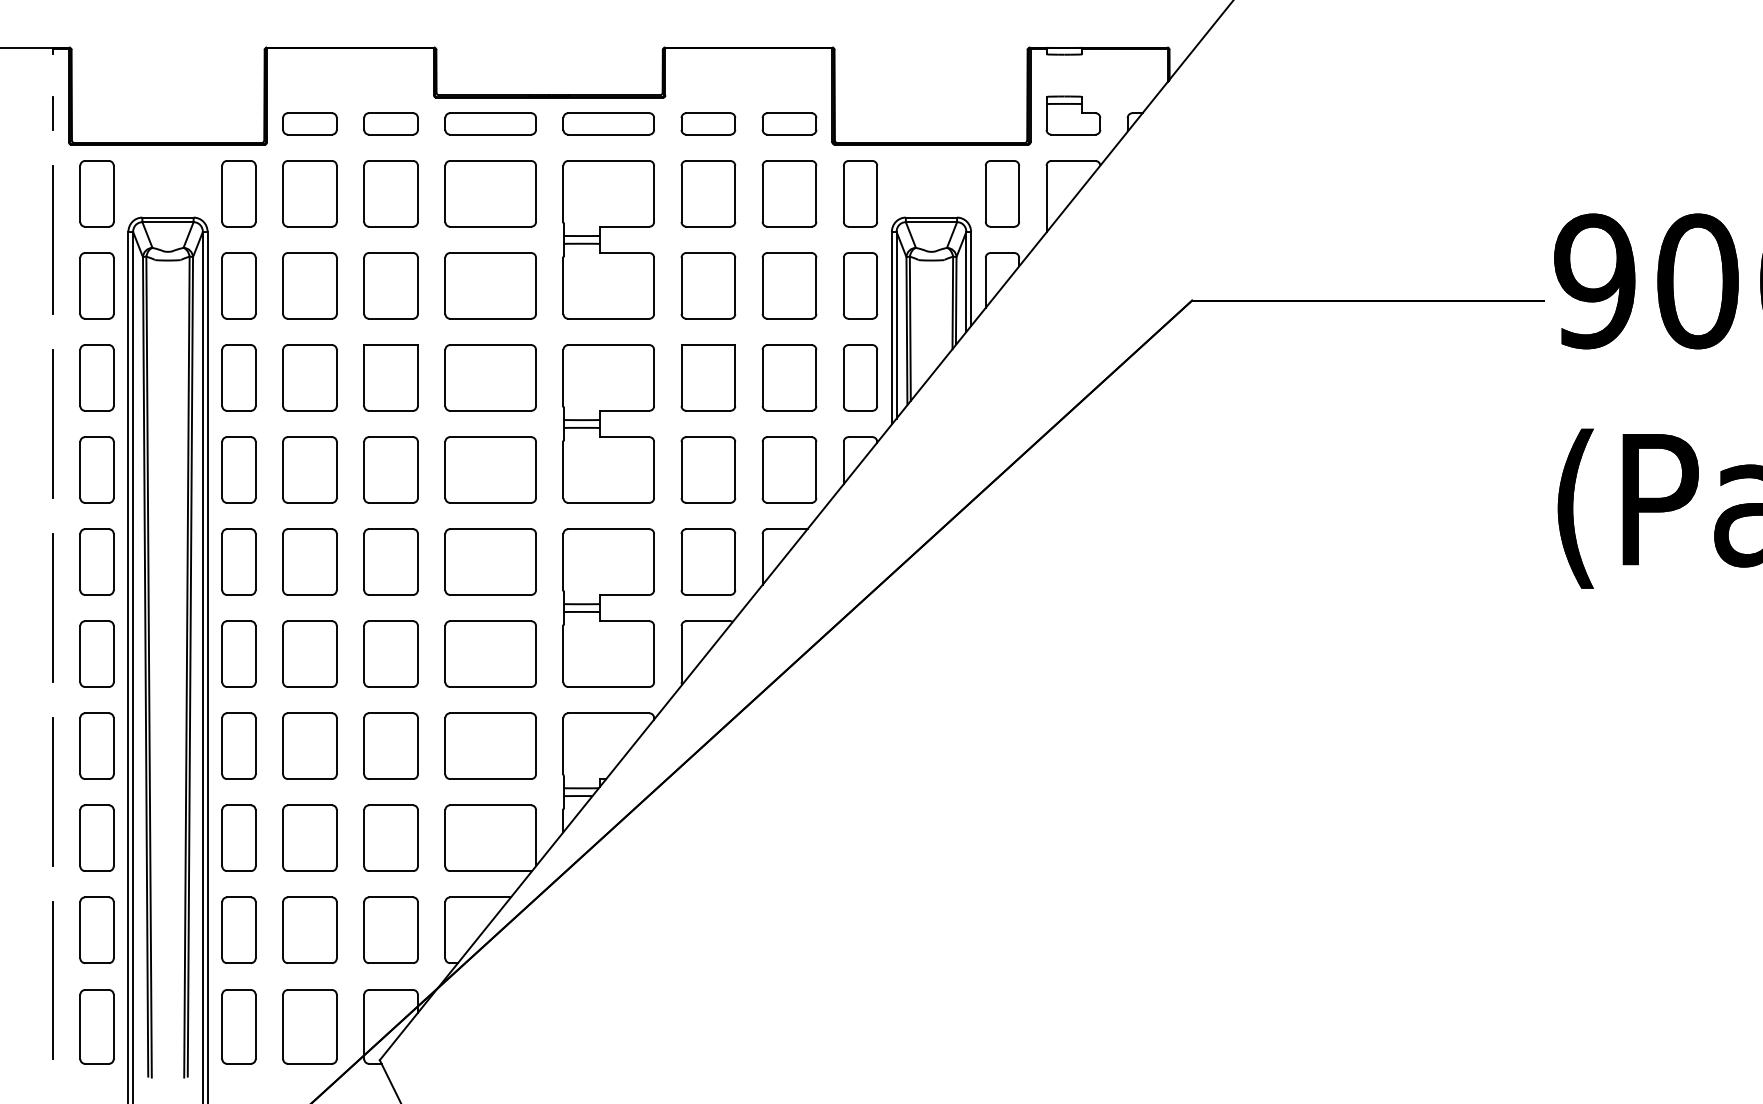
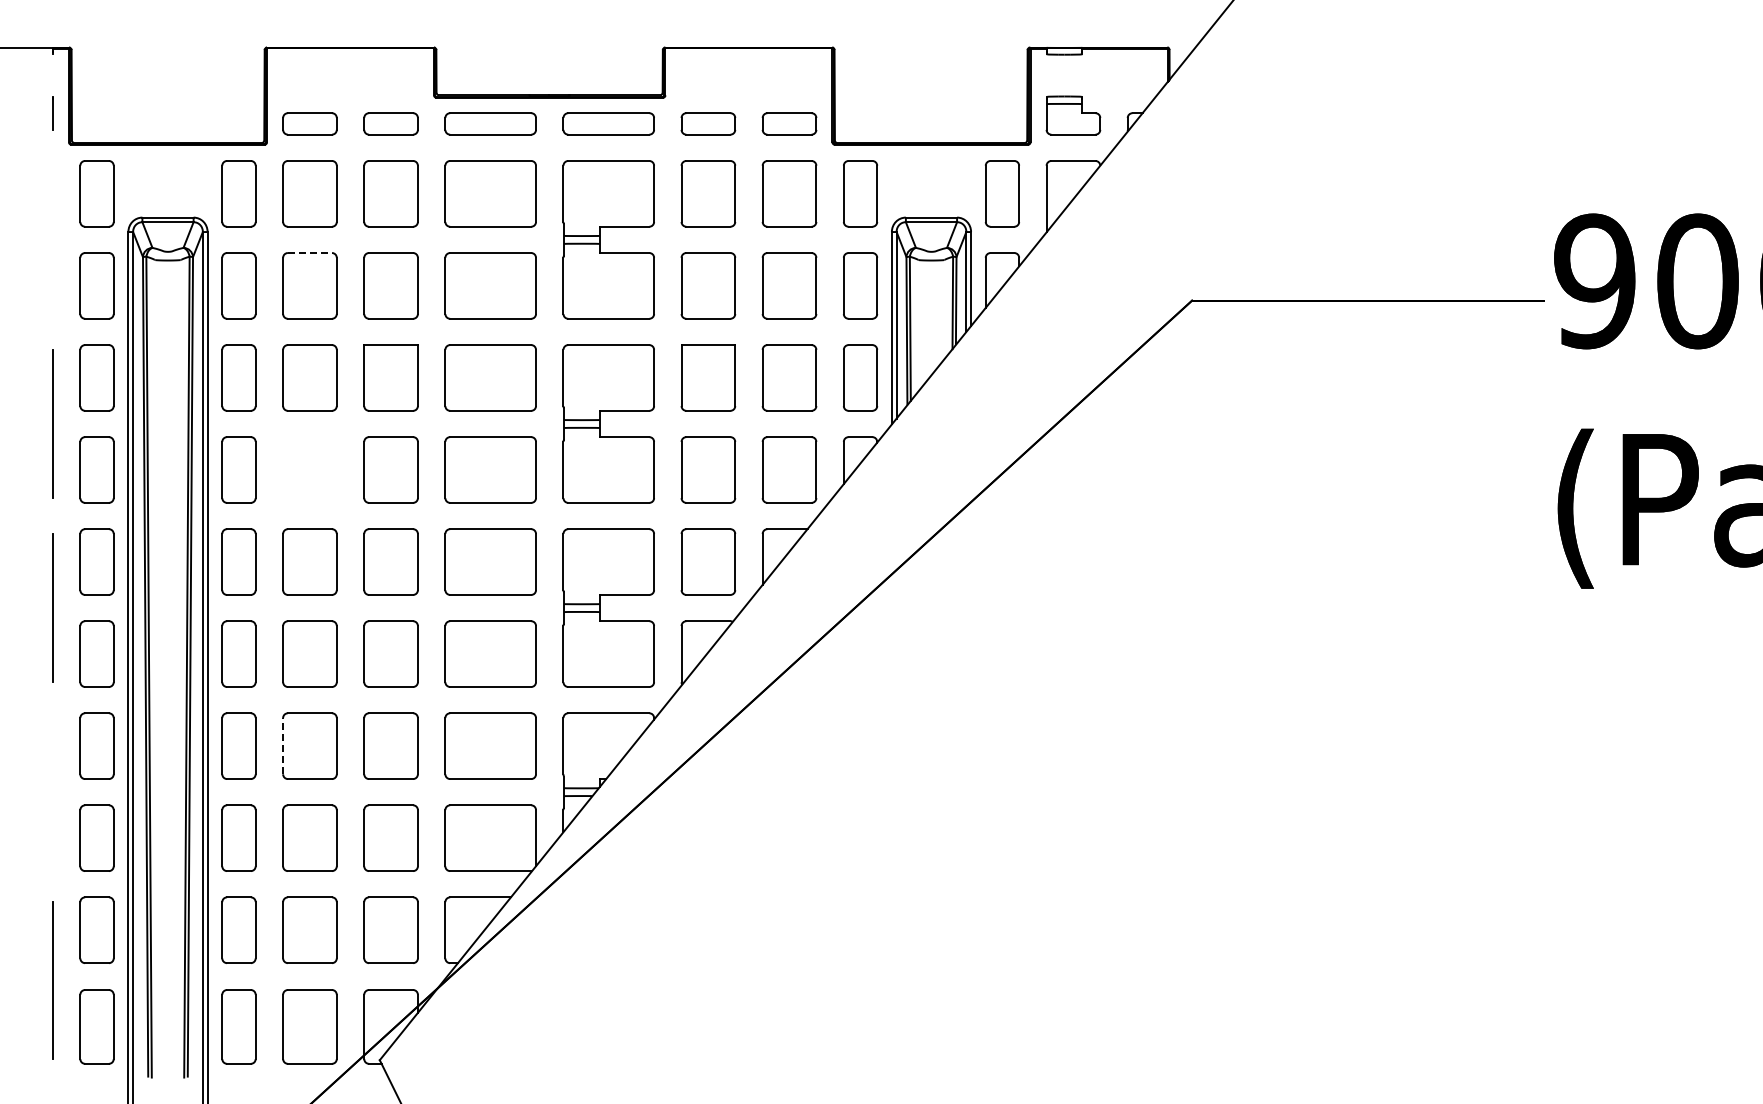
line at (52, 239): present -> none
line at (310, 253): solid -> dashed
part at (309, 469): present -> none
line at (283, 745): solid -> dashed
line at (52, 792): present -> none
